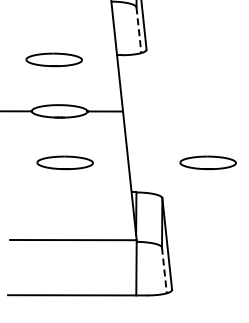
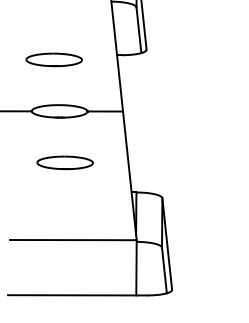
line at (138, 30): dashed -> solid
part at (207, 162): present -> none
line at (164, 270): dashed -> solid
